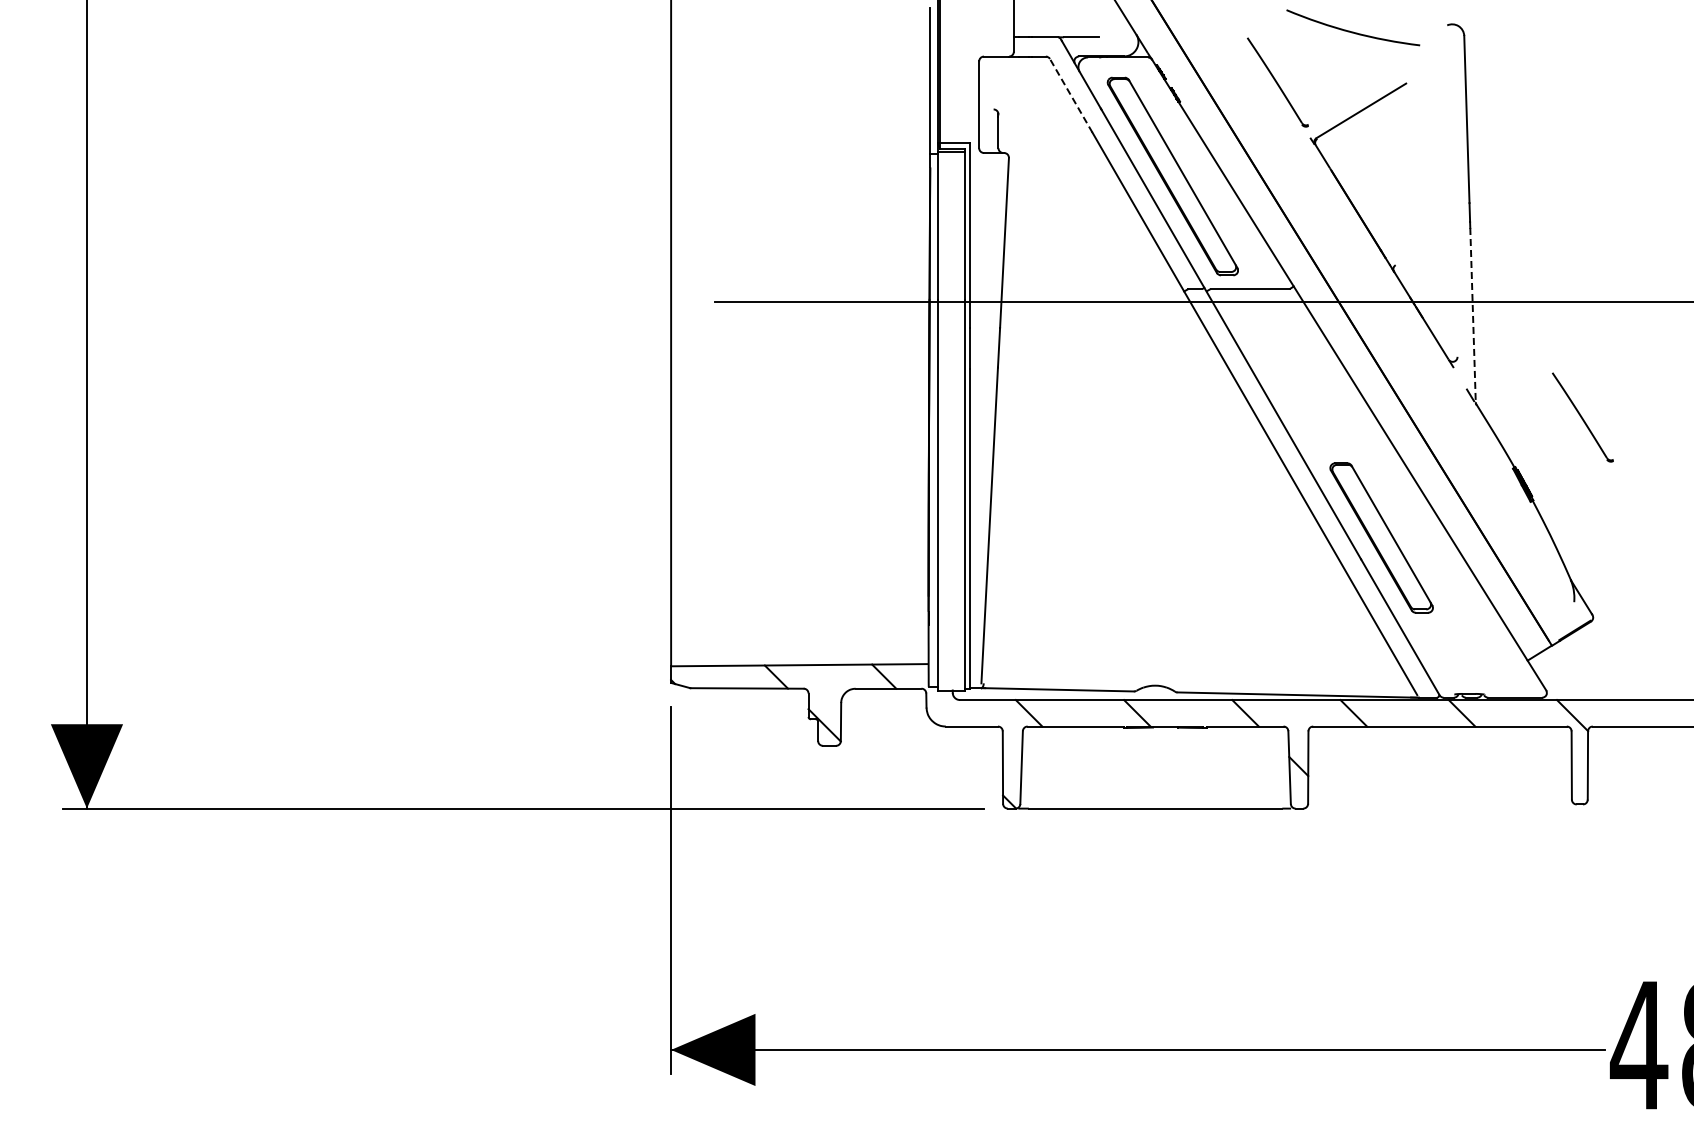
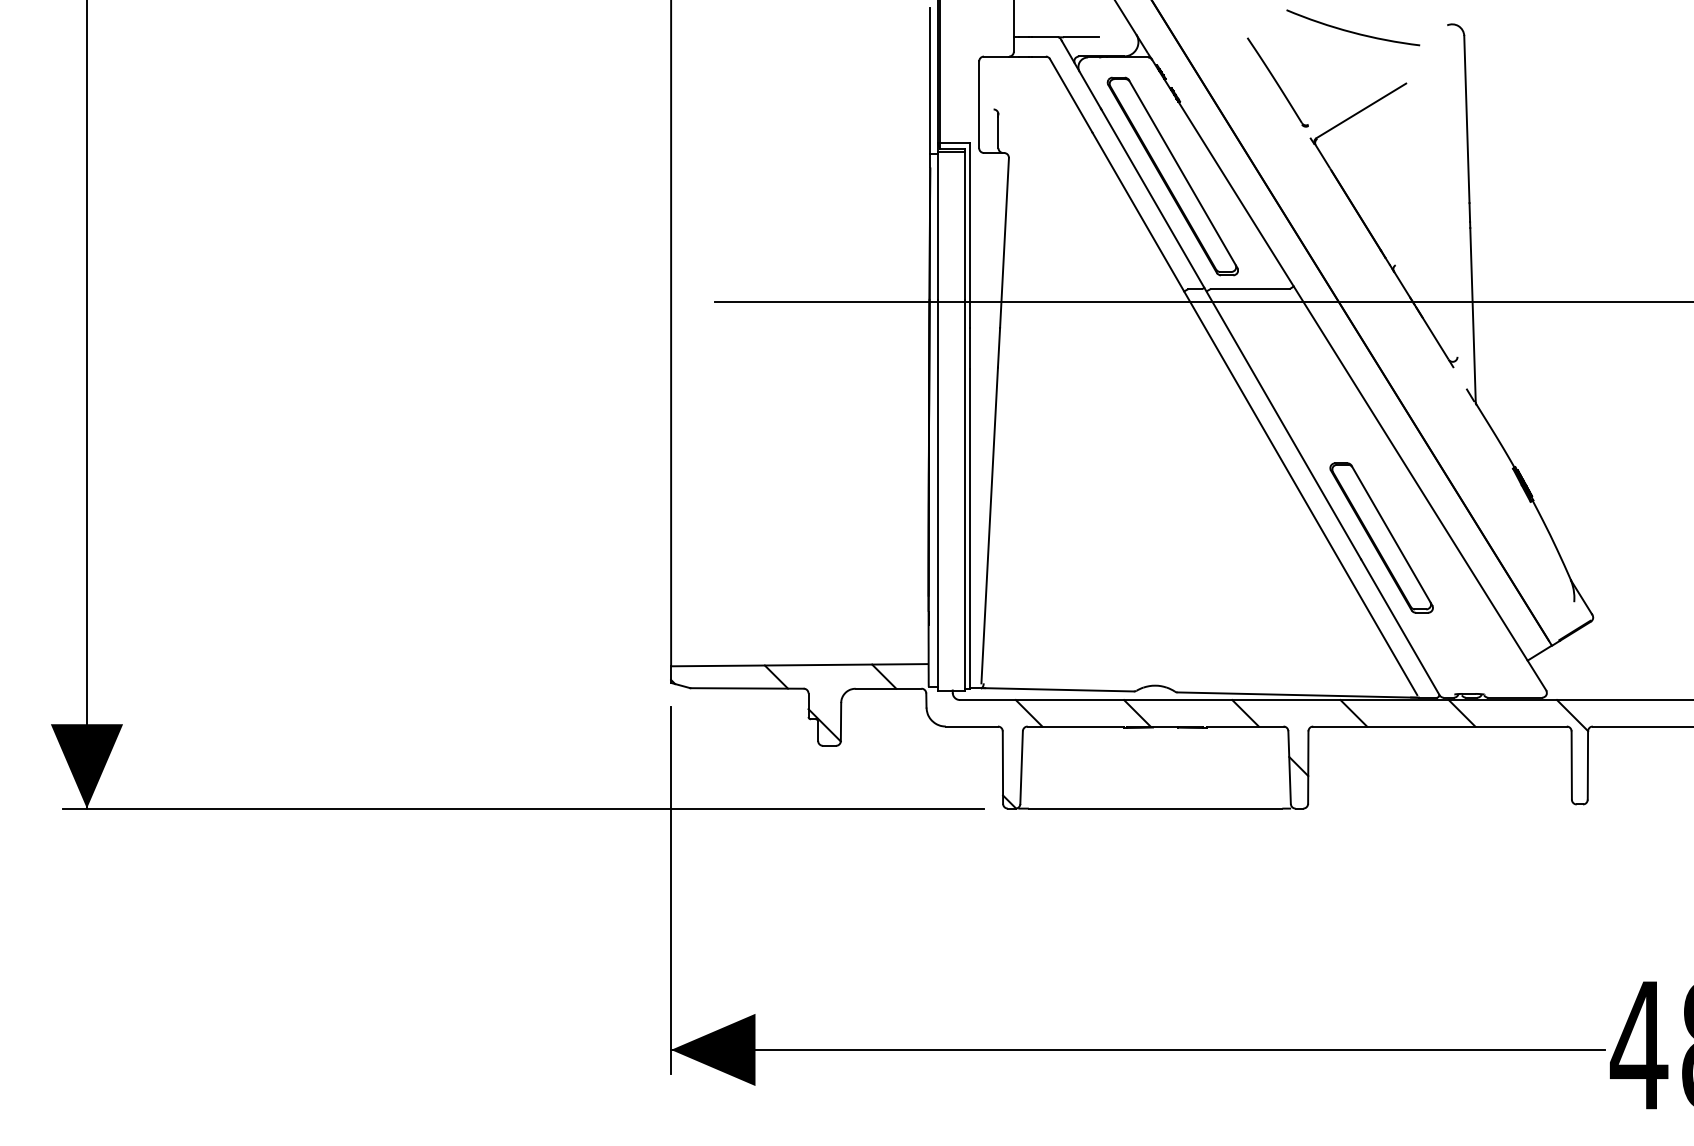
line at (1071, 95): dashed -> solid
line at (1473, 315): dashed -> solid
part at (1582, 417): present -> none
